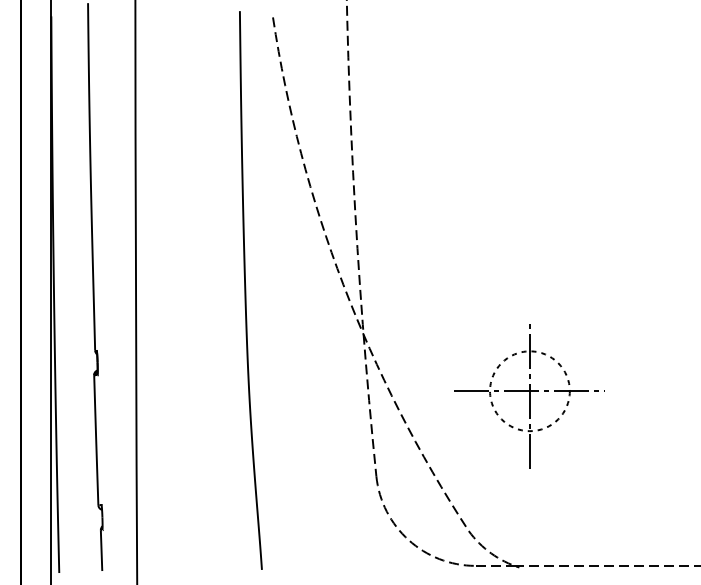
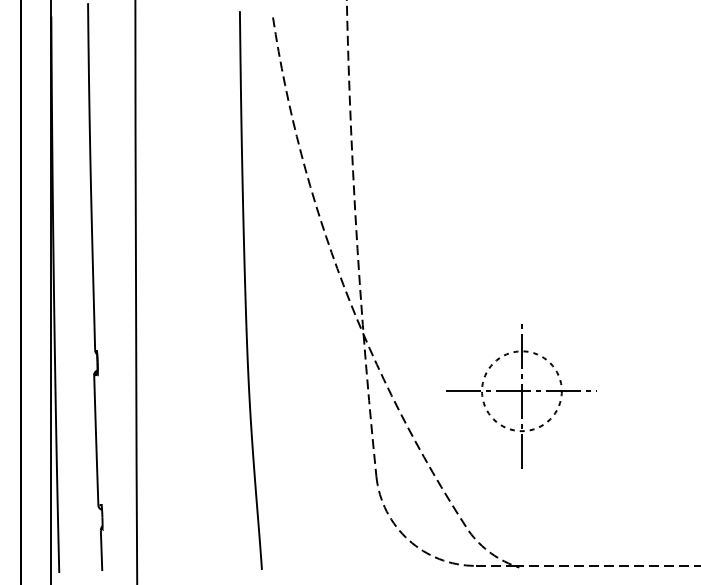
part at (529, 396) position: (529, 396) -> (521, 396)
